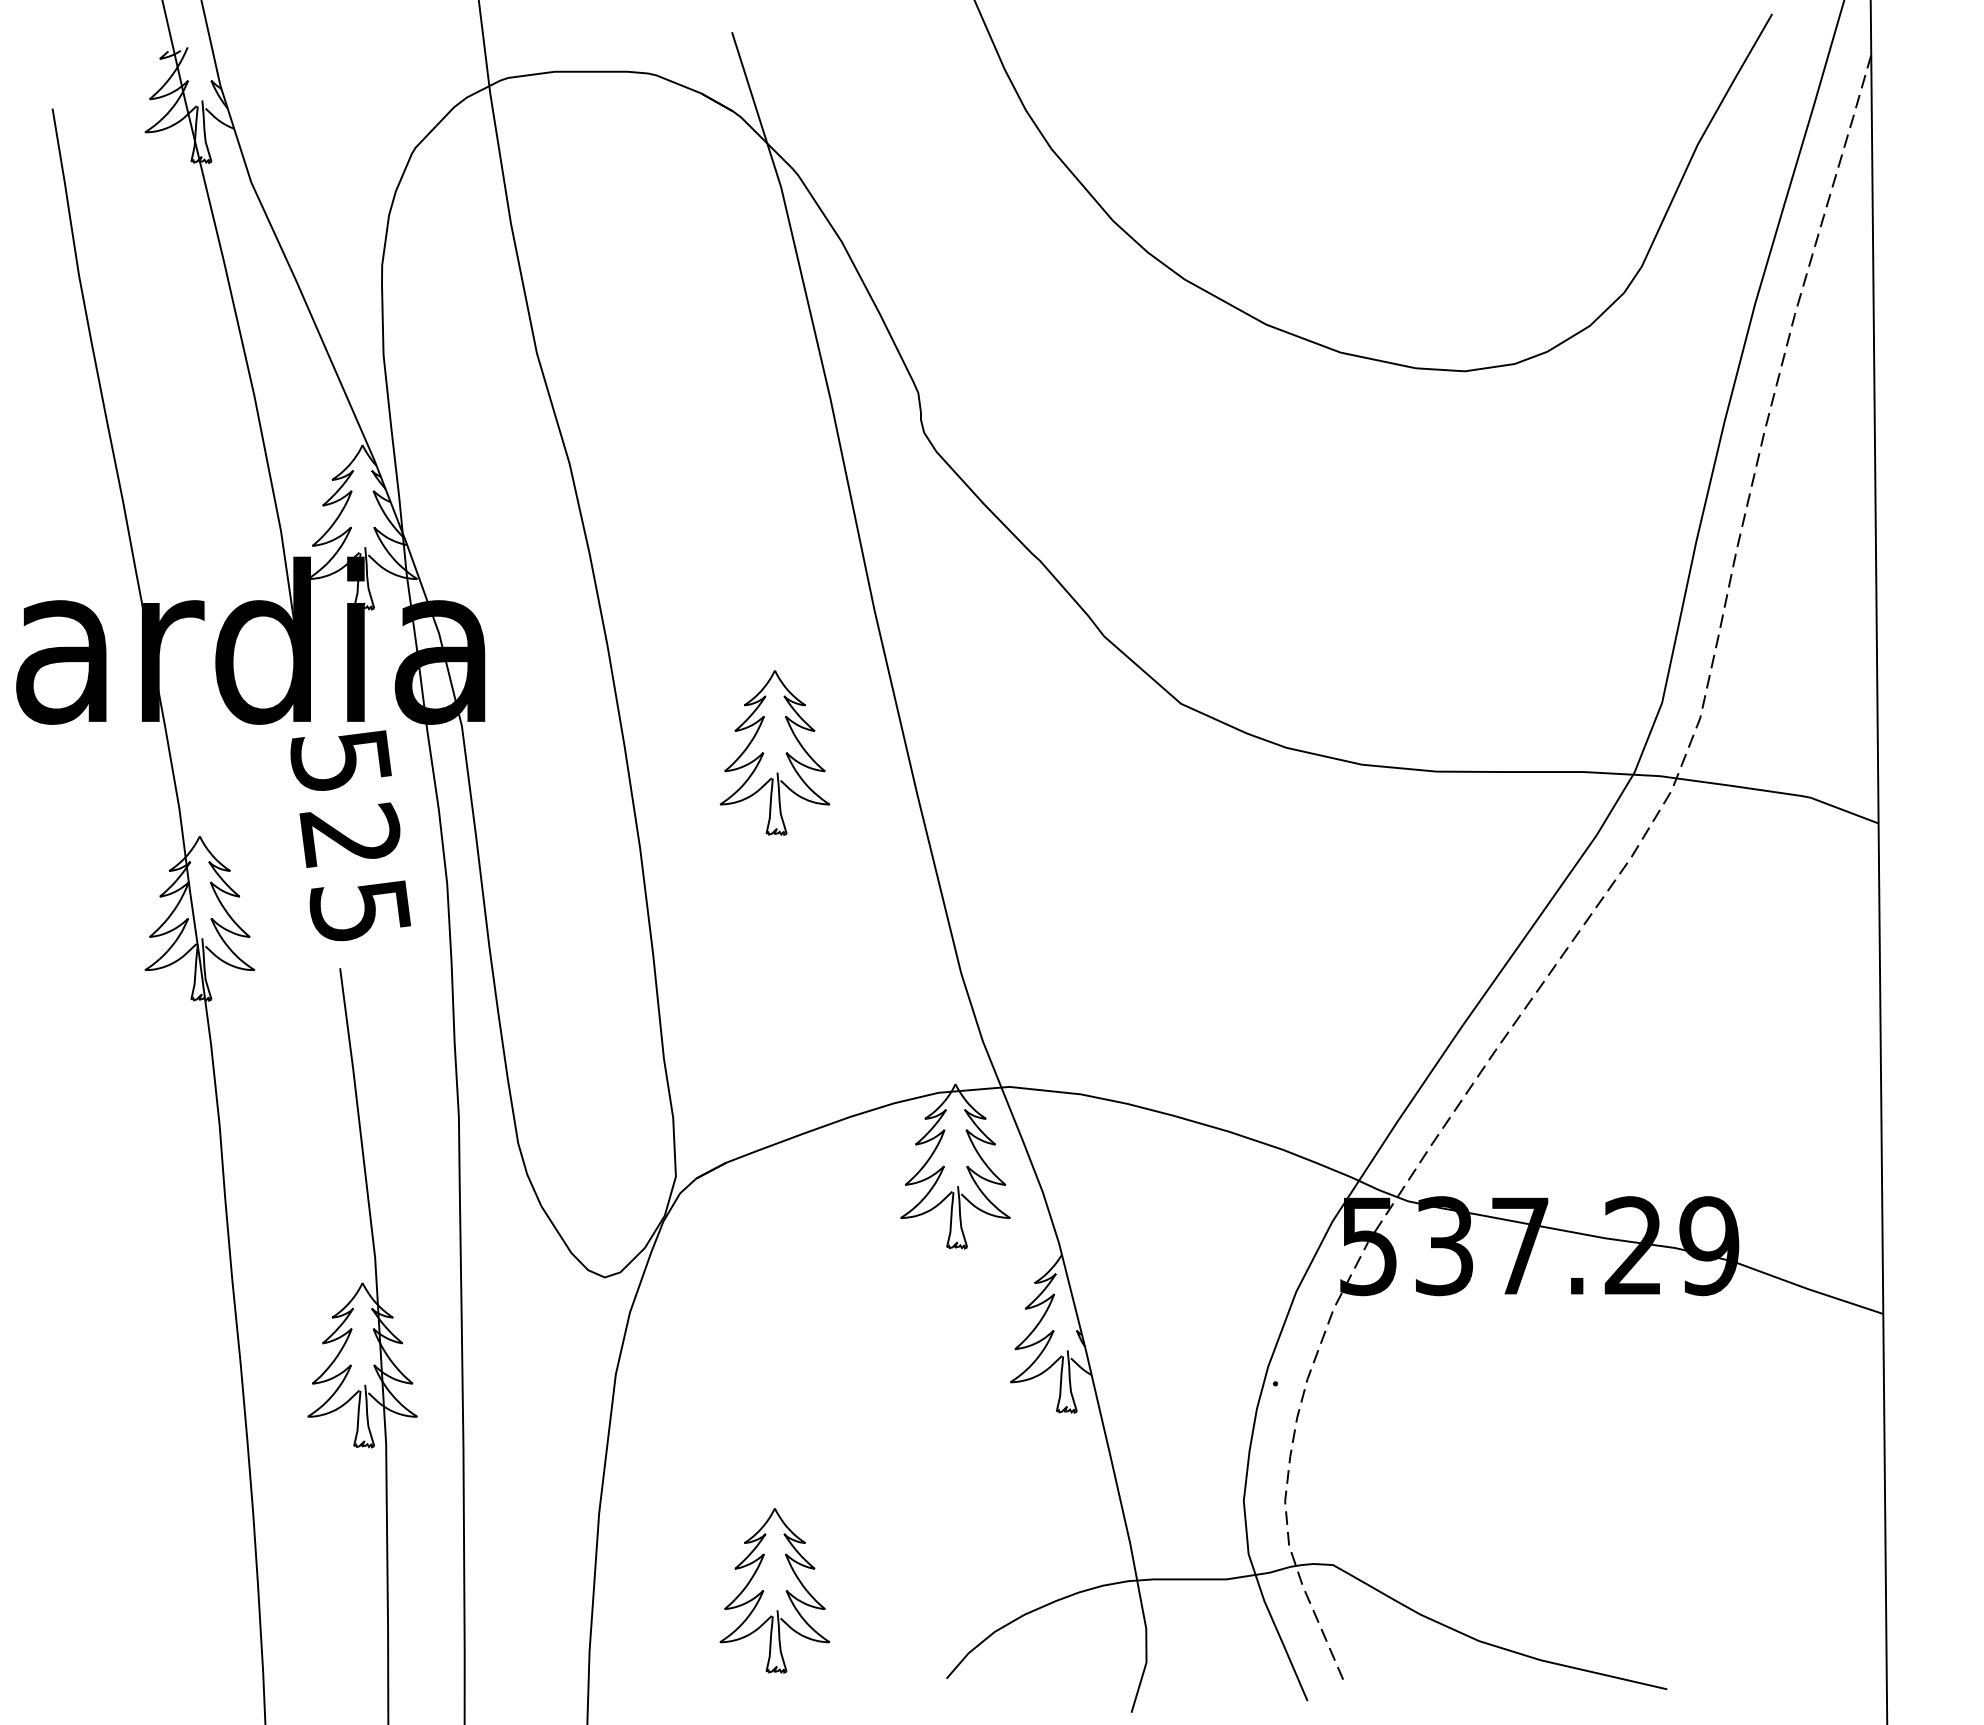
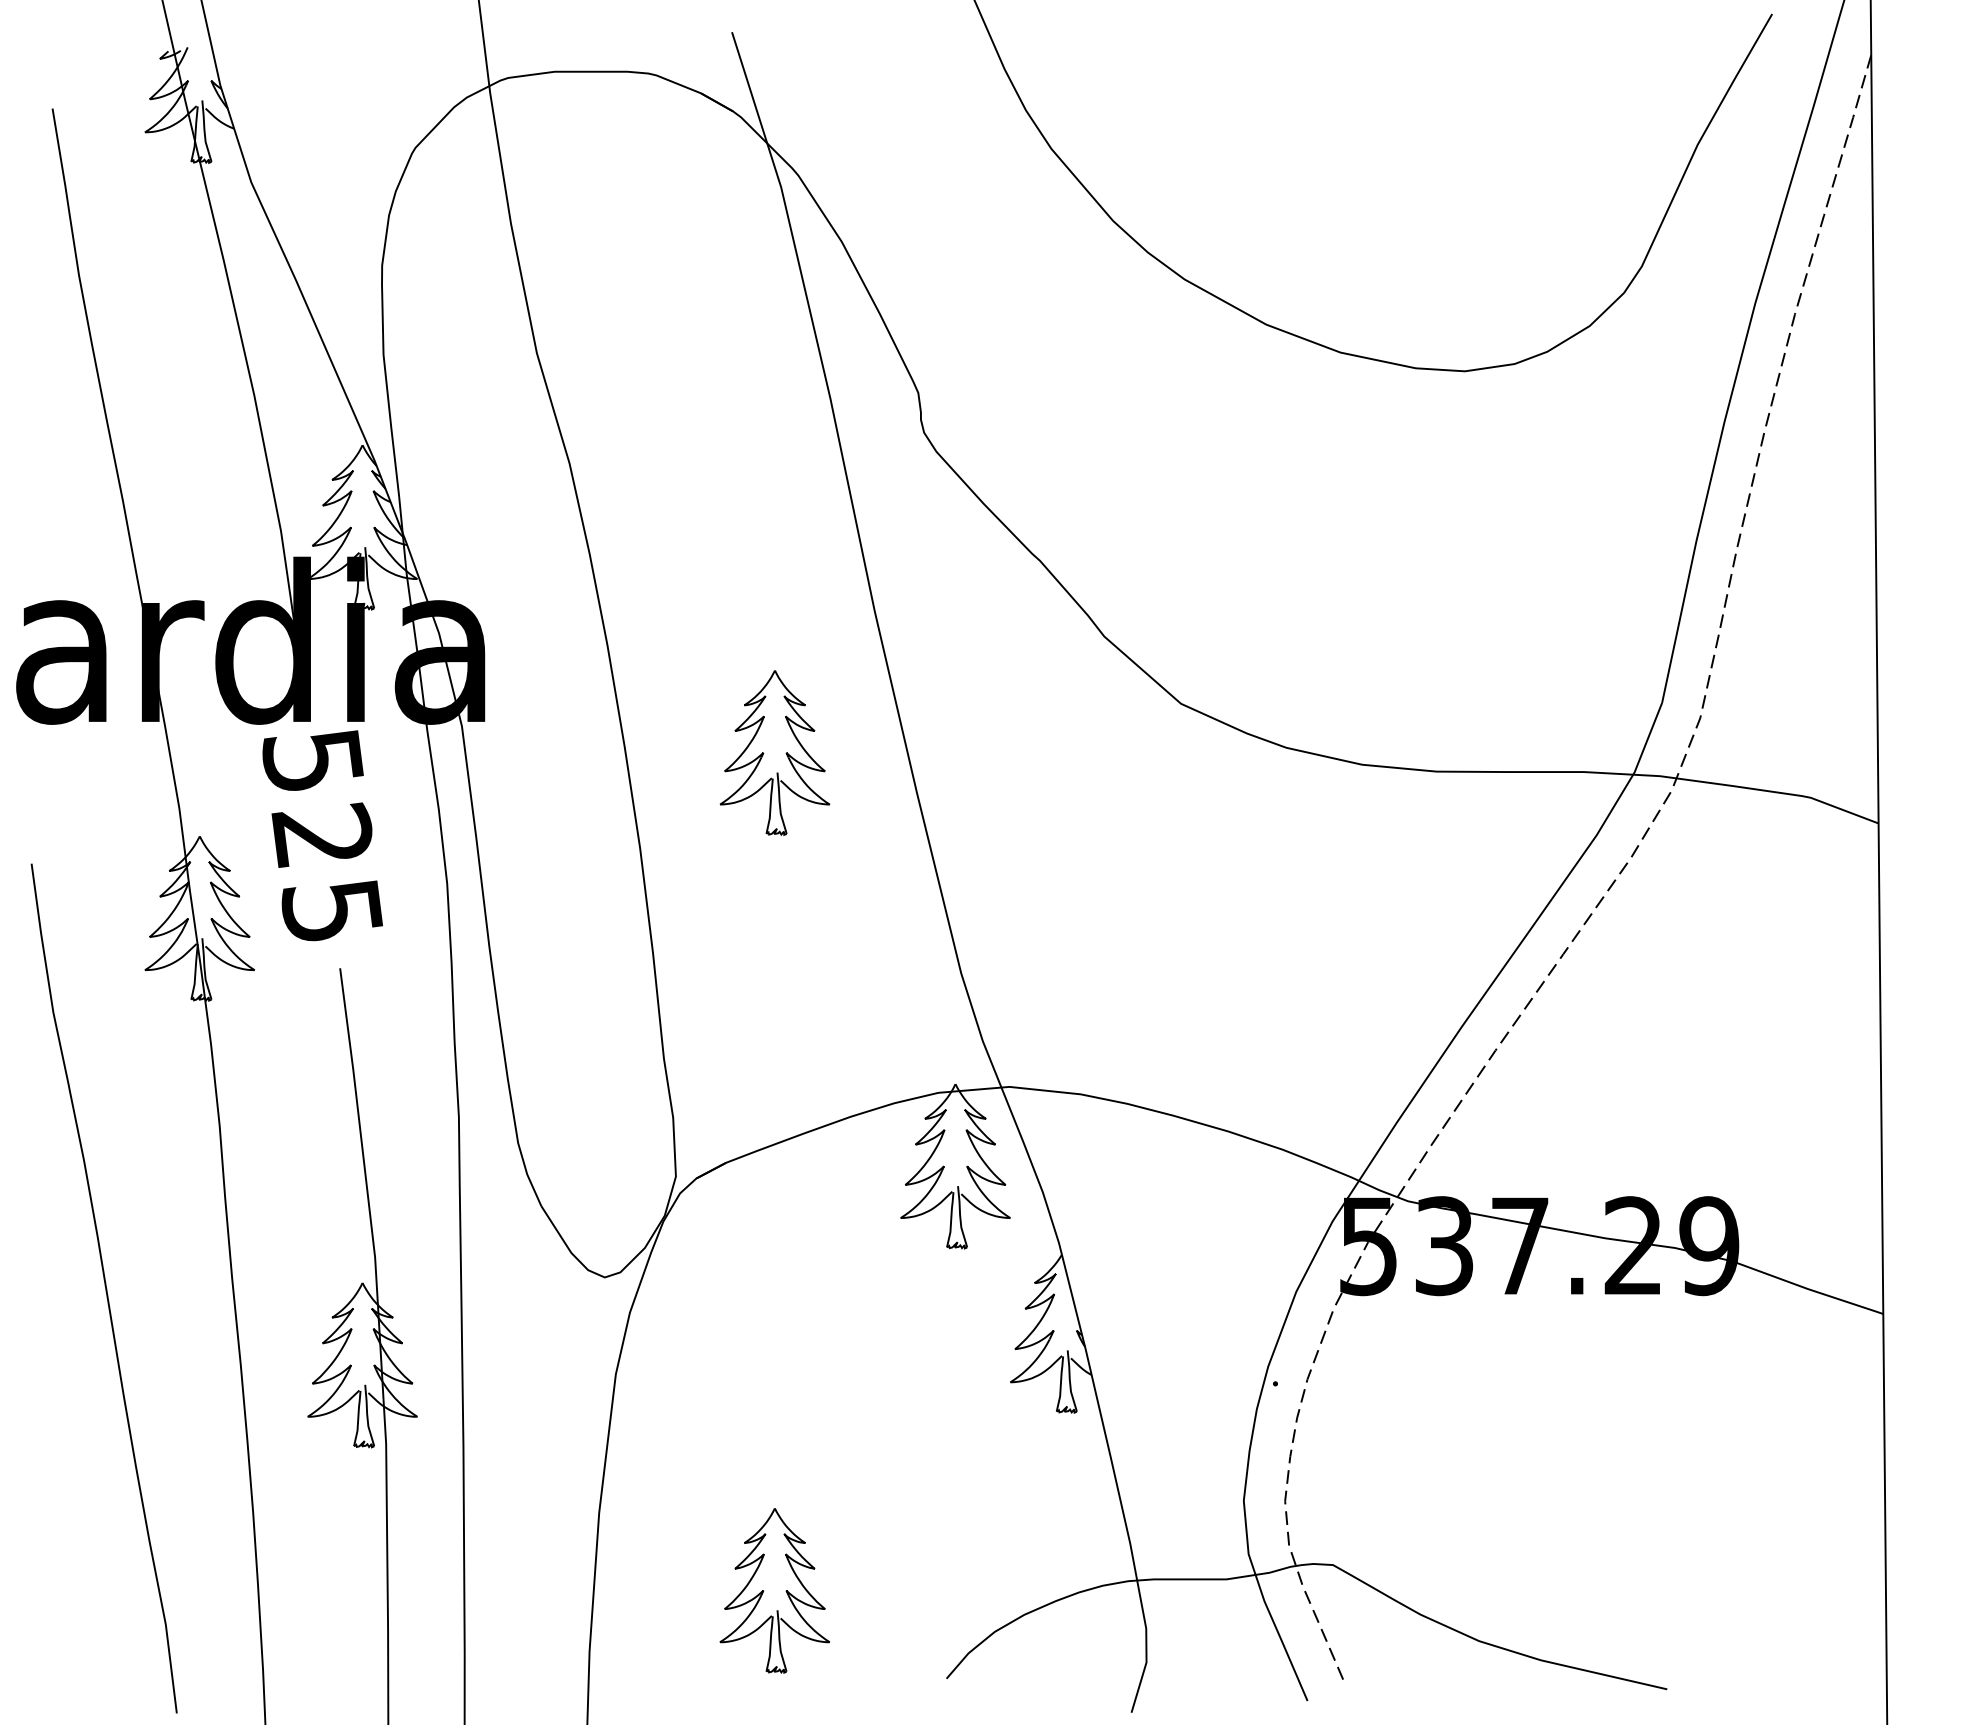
text at (350, 835) position: (350, 835) -> (322, 835)
curve at (105, 1288): none -> present
